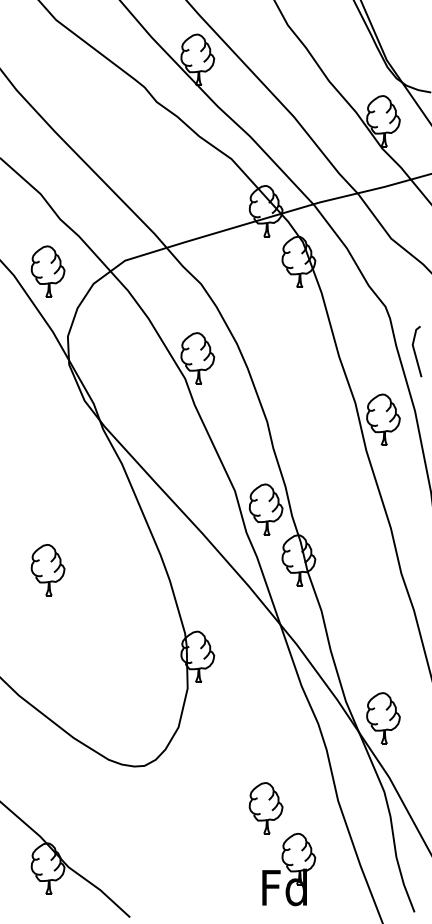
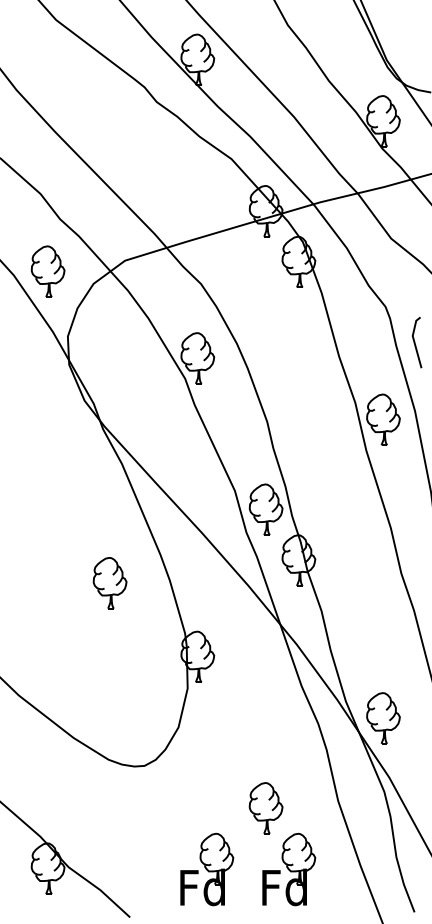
line at (415, 351) position: (415, 351) -> (415, 342)
part at (47, 570) position: (47, 570) -> (109, 583)
part at (207, 869): none -> present
